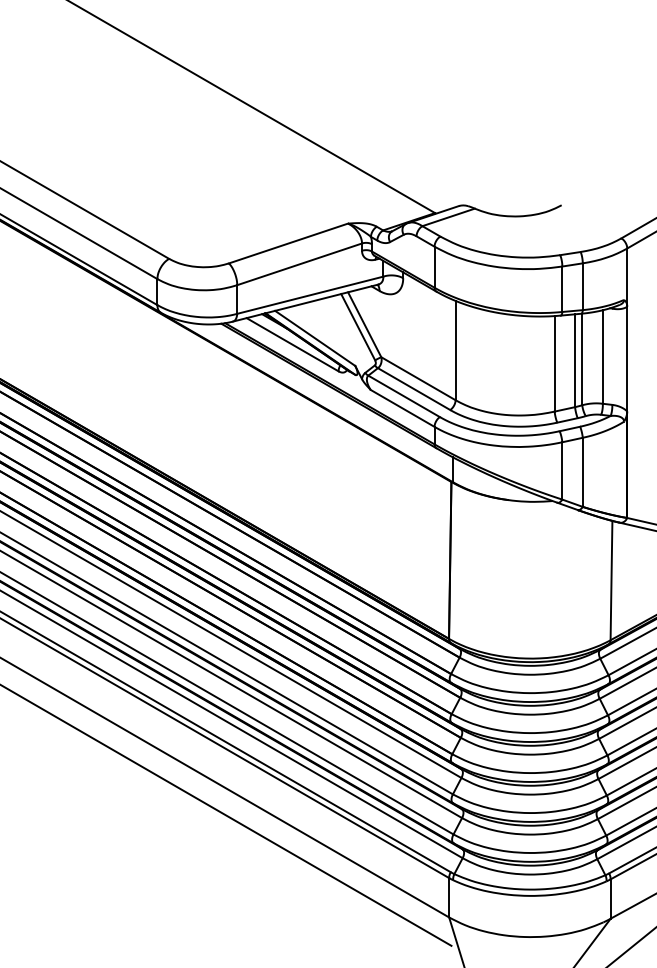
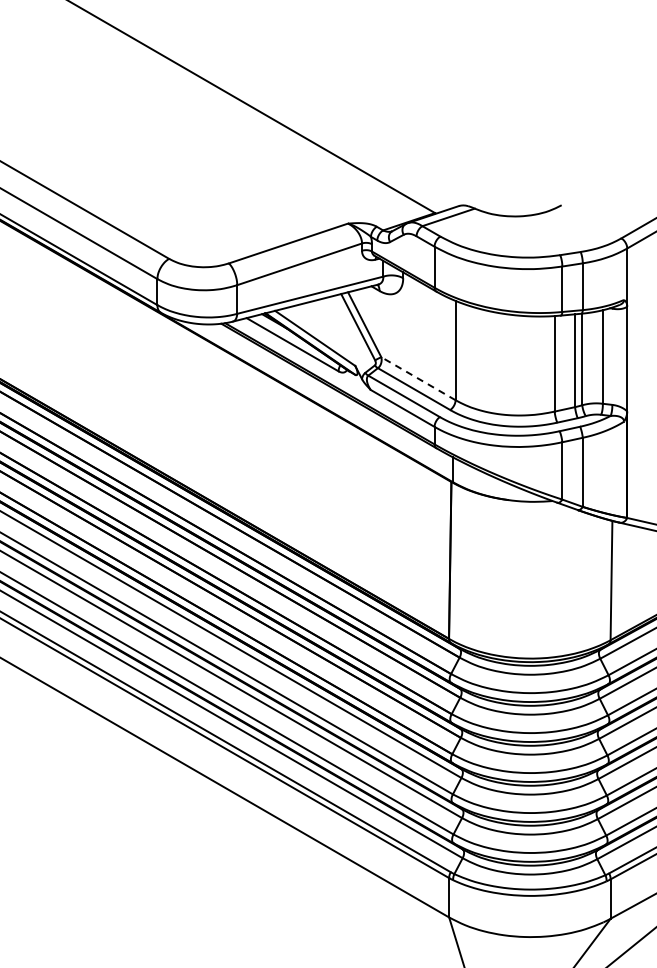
line at (418, 378): solid -> dashed
line at (226, 815): present -> none
